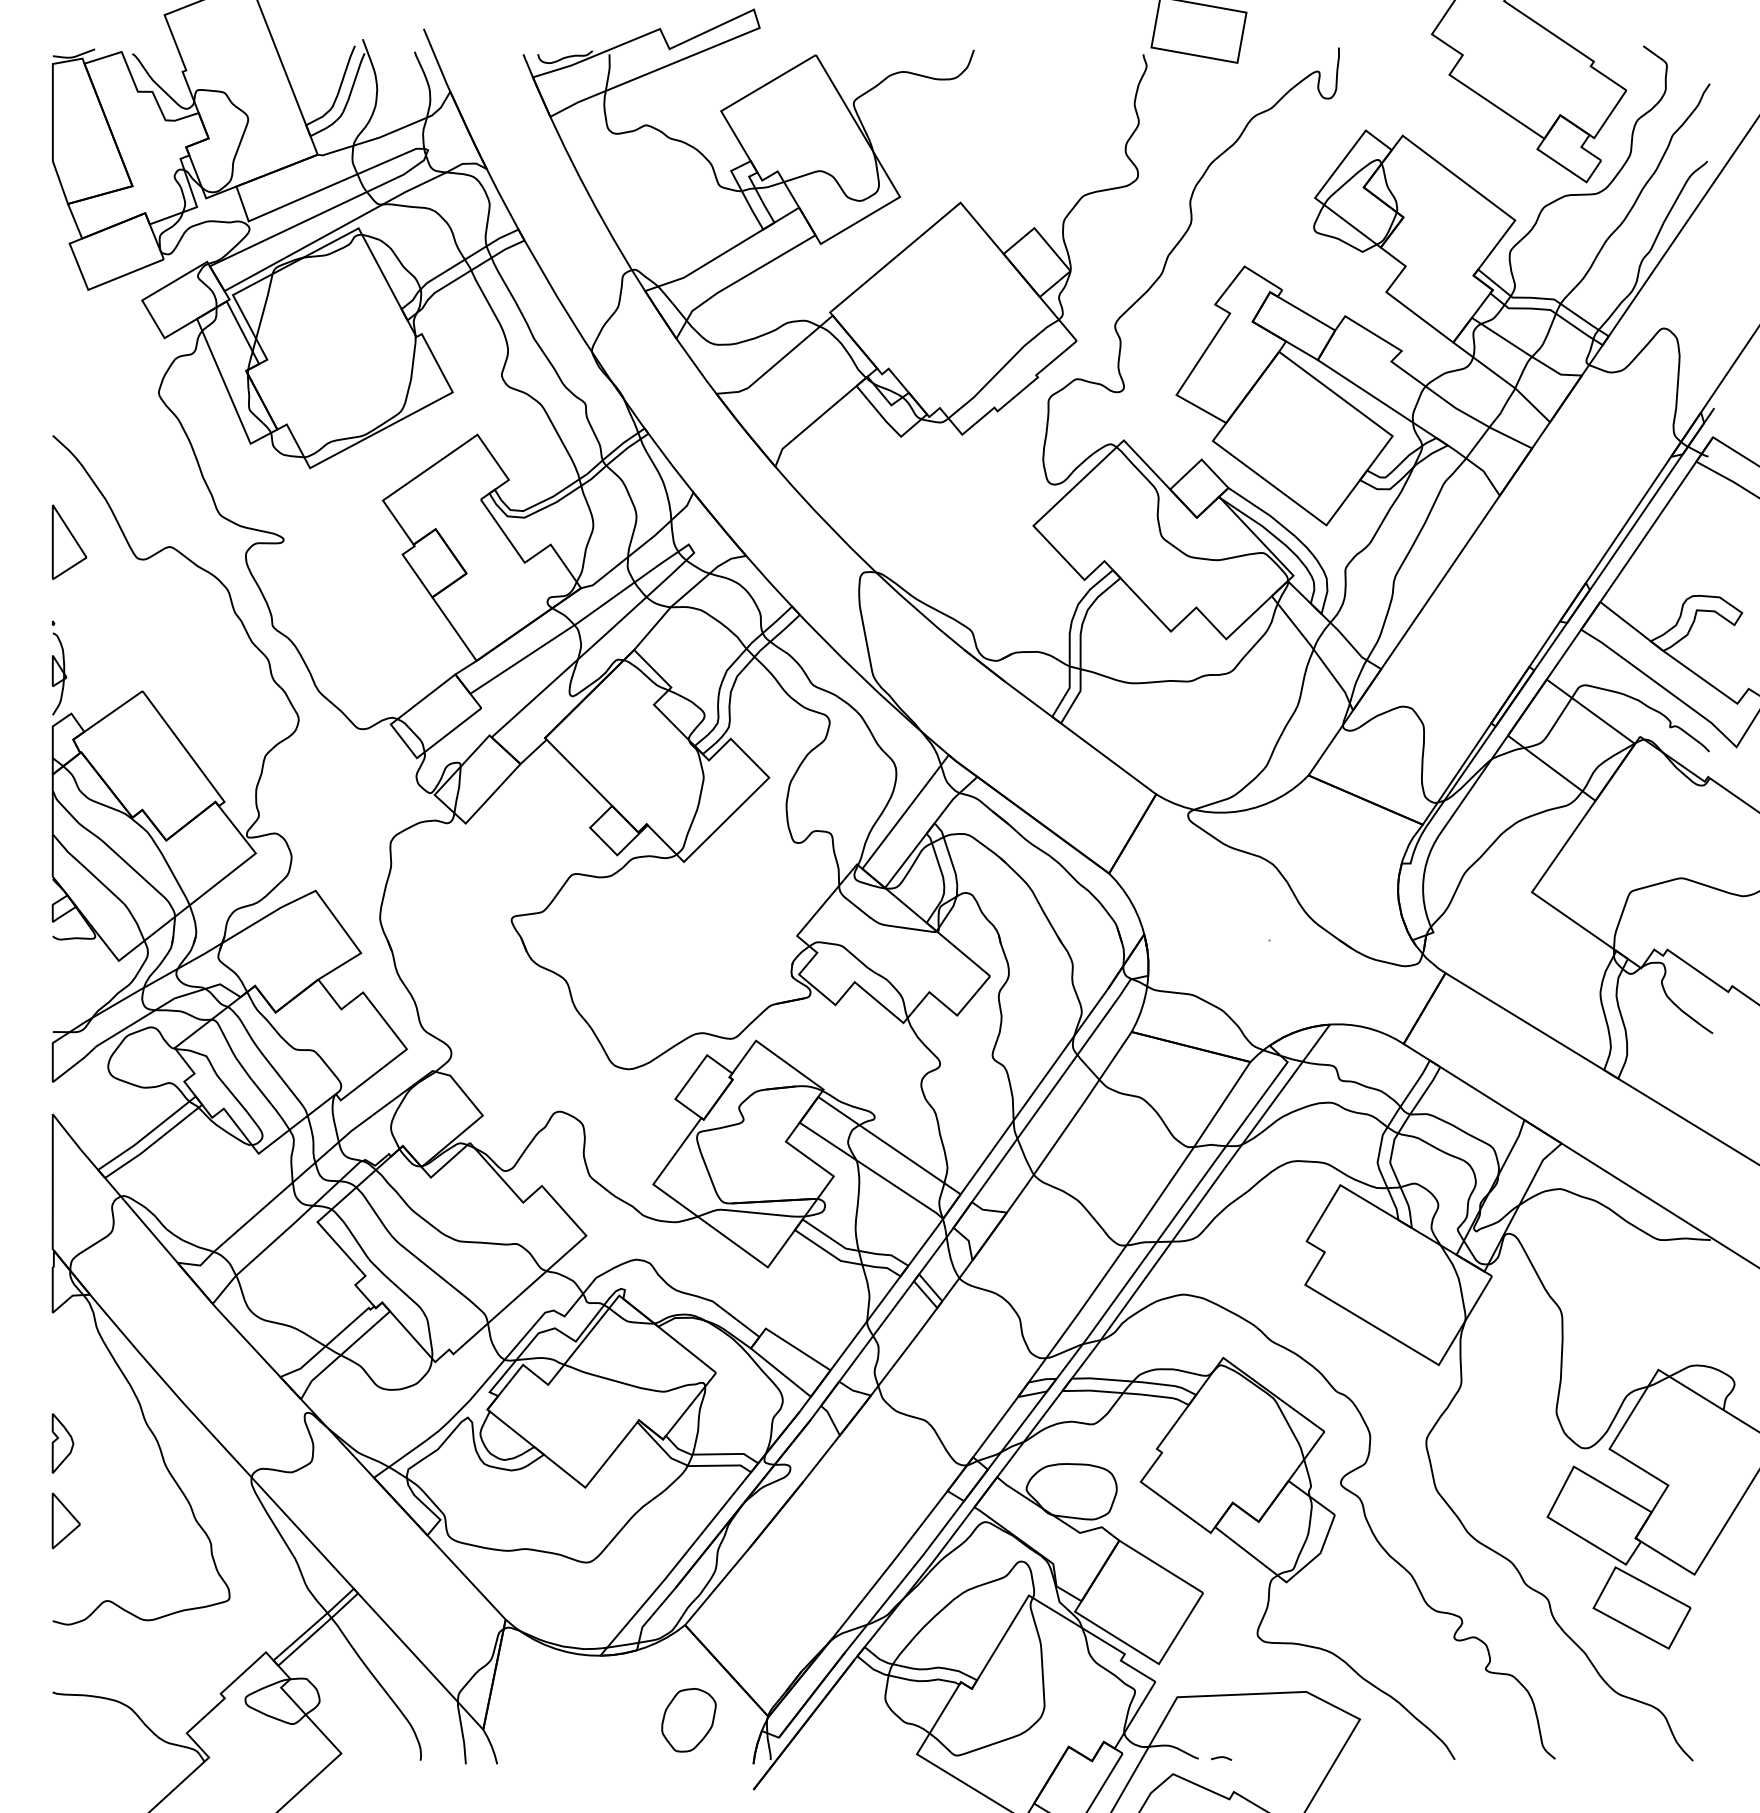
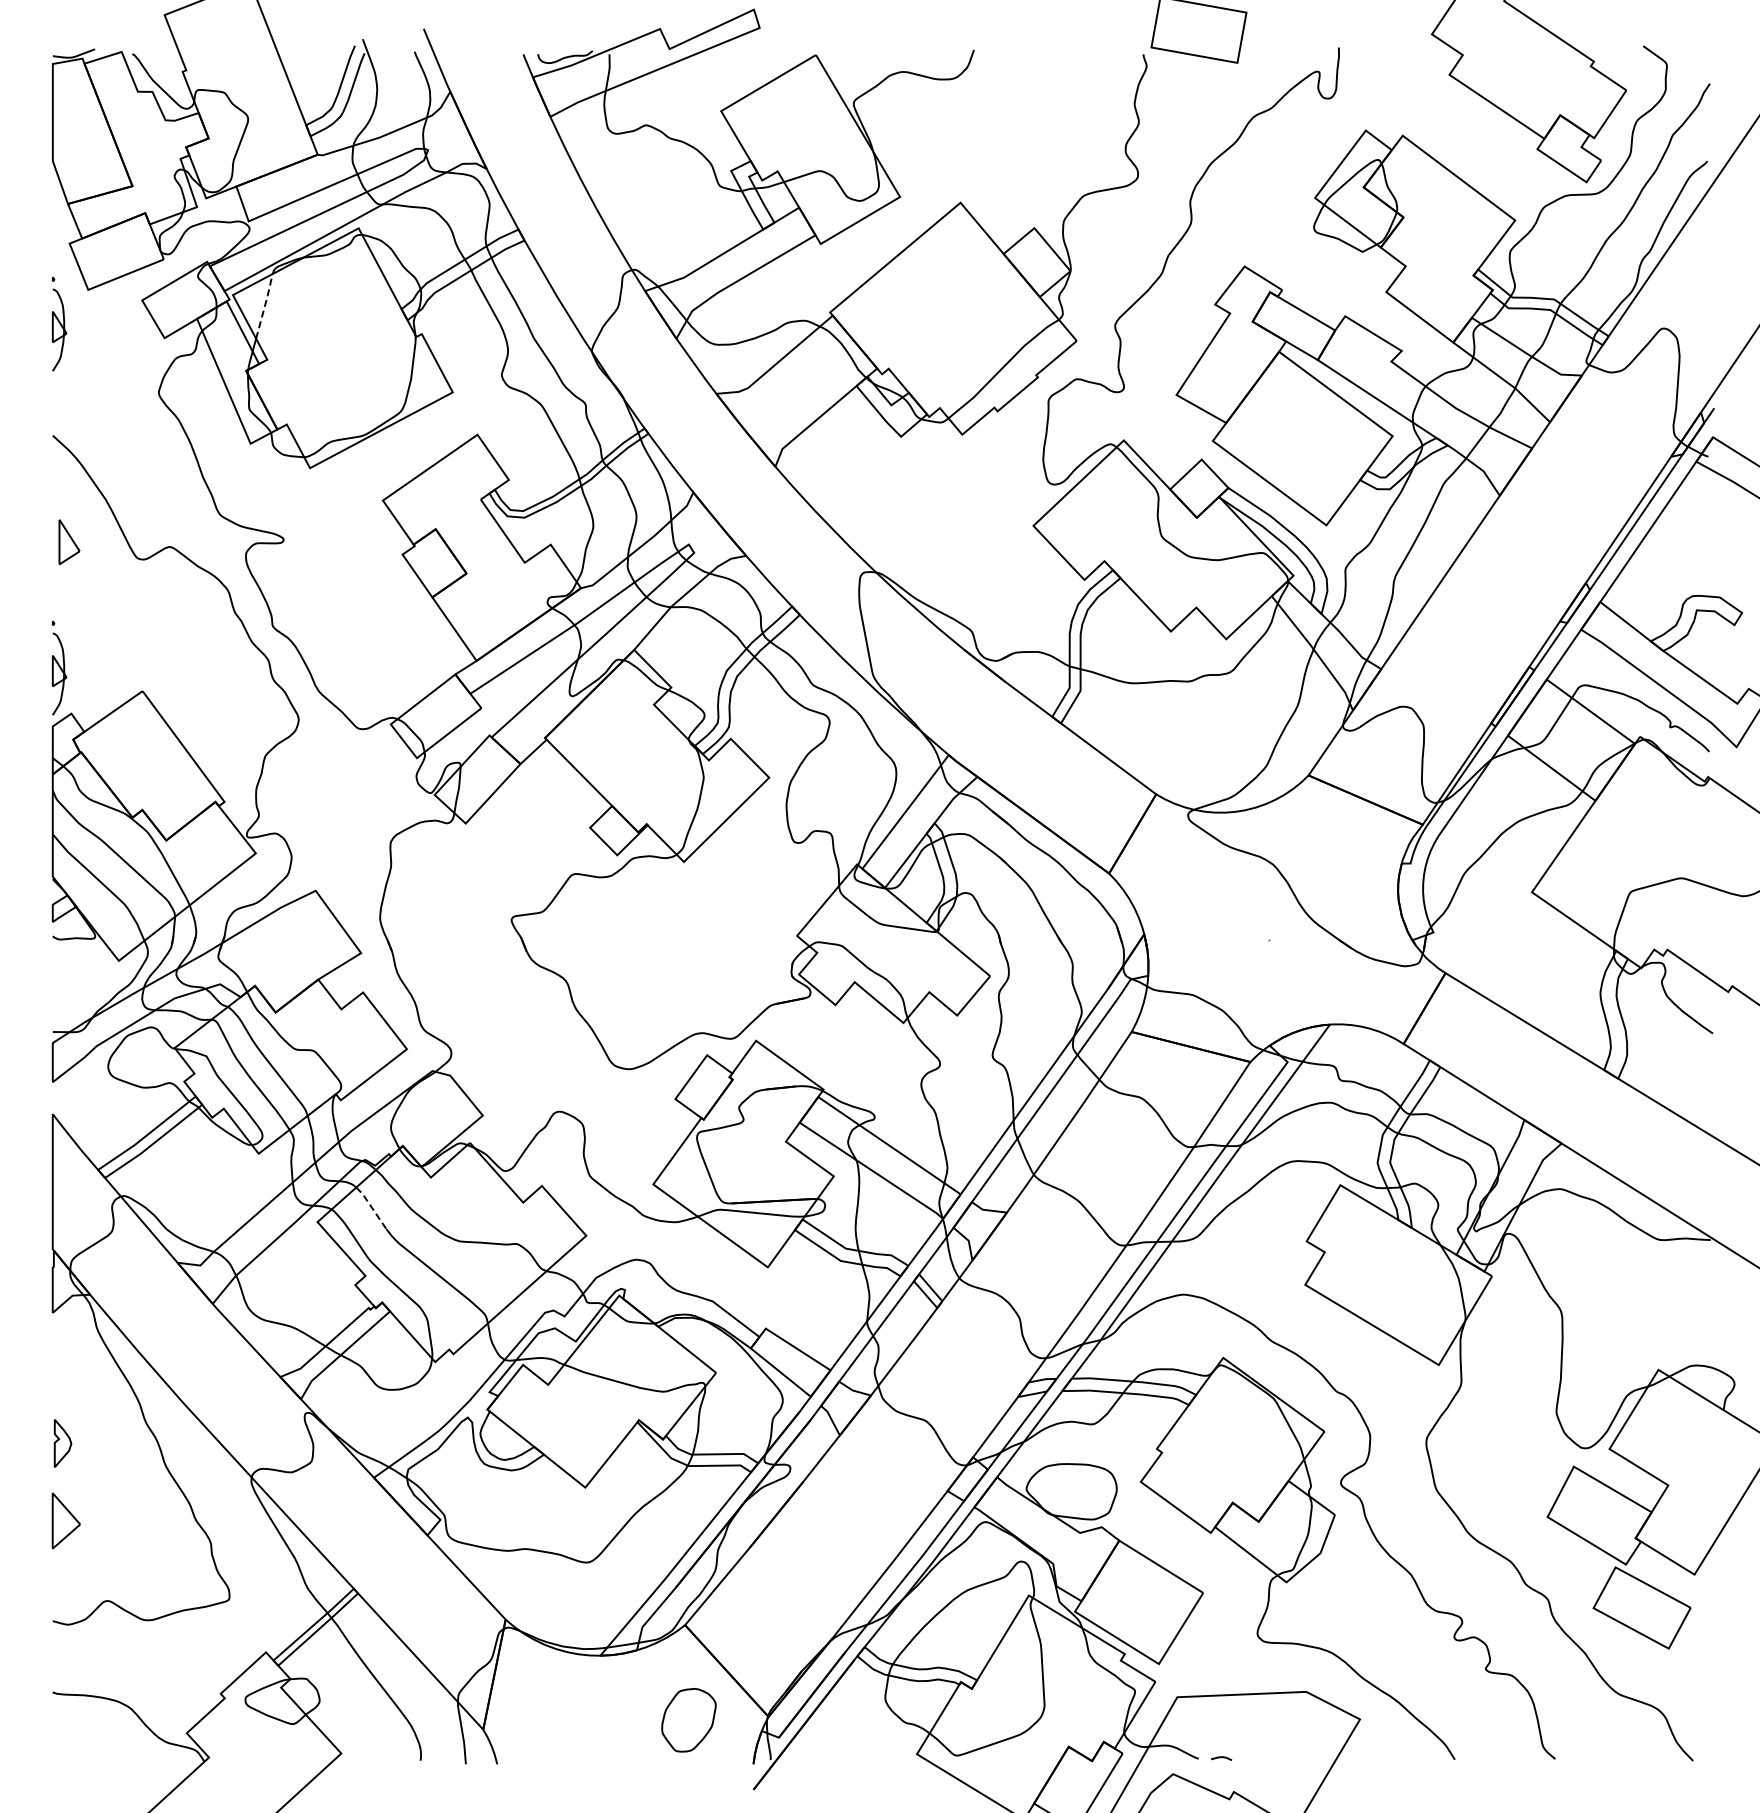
line at (265, 305): solid -> dashed
part at (59, 323): none -> present
part at (69, 541) size: 37x76 px -> 23x46 px
line at (371, 1207): solid -> dashed
part at (62, 1443) size: 24x61 px -> 20x49 px
